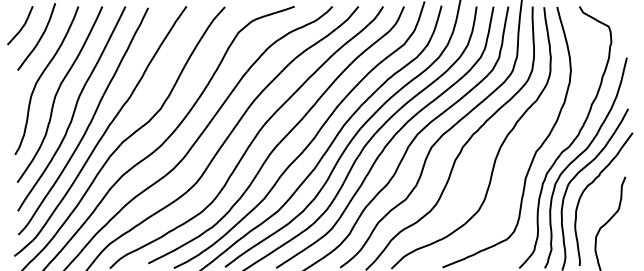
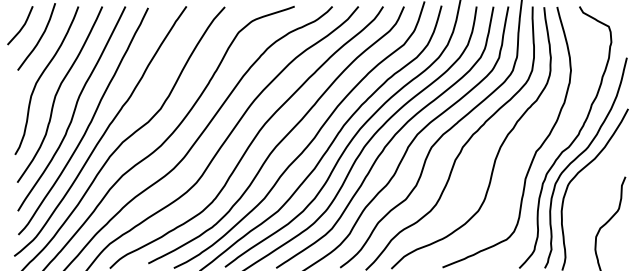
curve at (591, 184): present -> none
